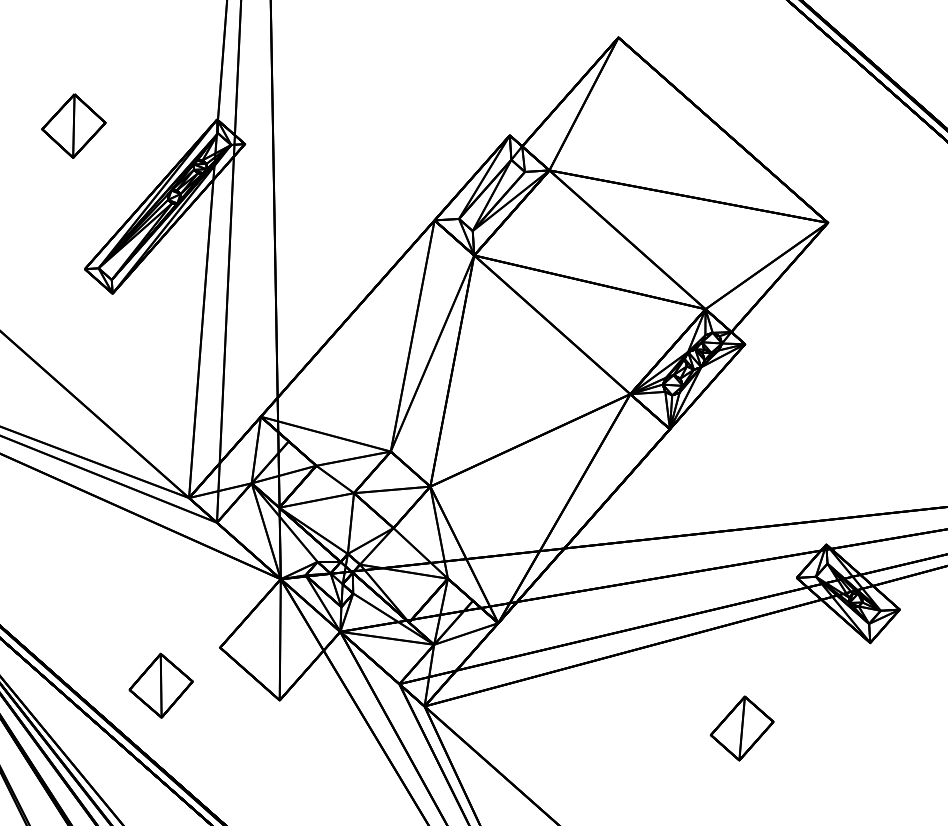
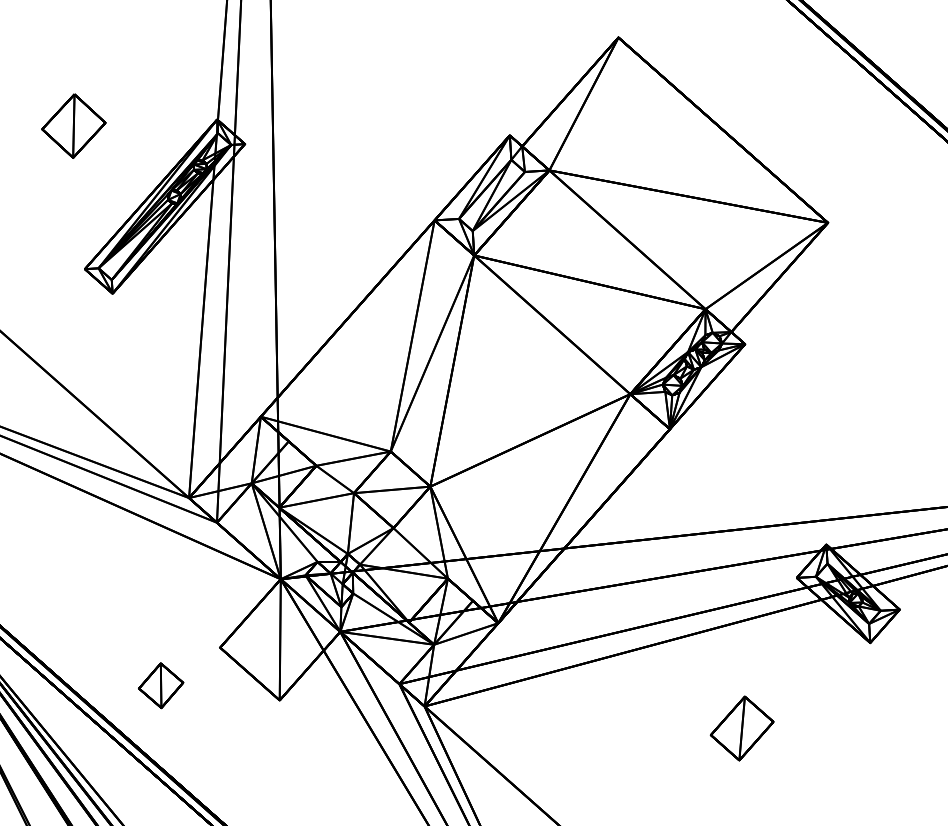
part at (160, 685) size: 66x67 px -> 47x48 px
